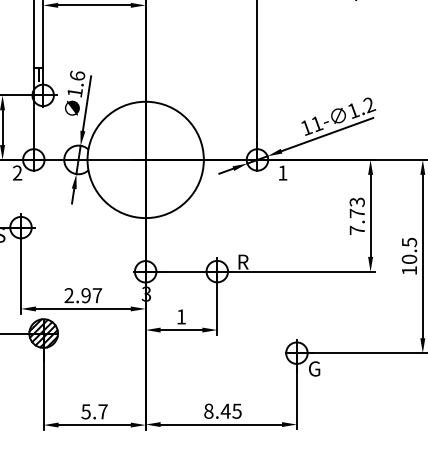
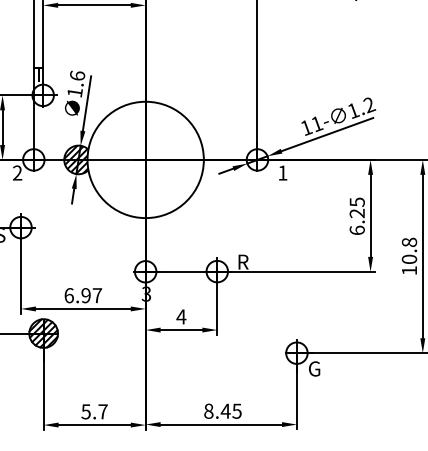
hatch at (76, 159): none -> present
text at (356, 216): 7.73 -> 6.25
text at (408, 242): 10.5 -> 10.8
text at (68, 295): 2.97 -> 6.97
text at (181, 316): 1 -> 4
